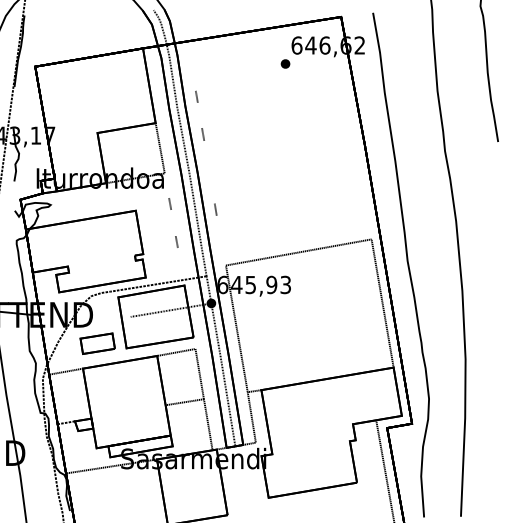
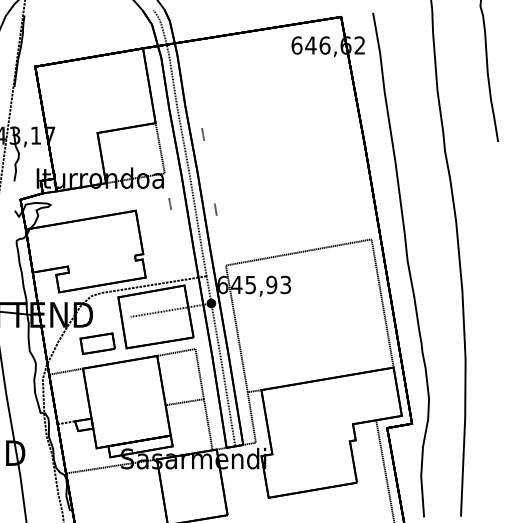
part at (285, 63): present -> none
line at (196, 96): present -> none
line at (176, 241): present -> none
